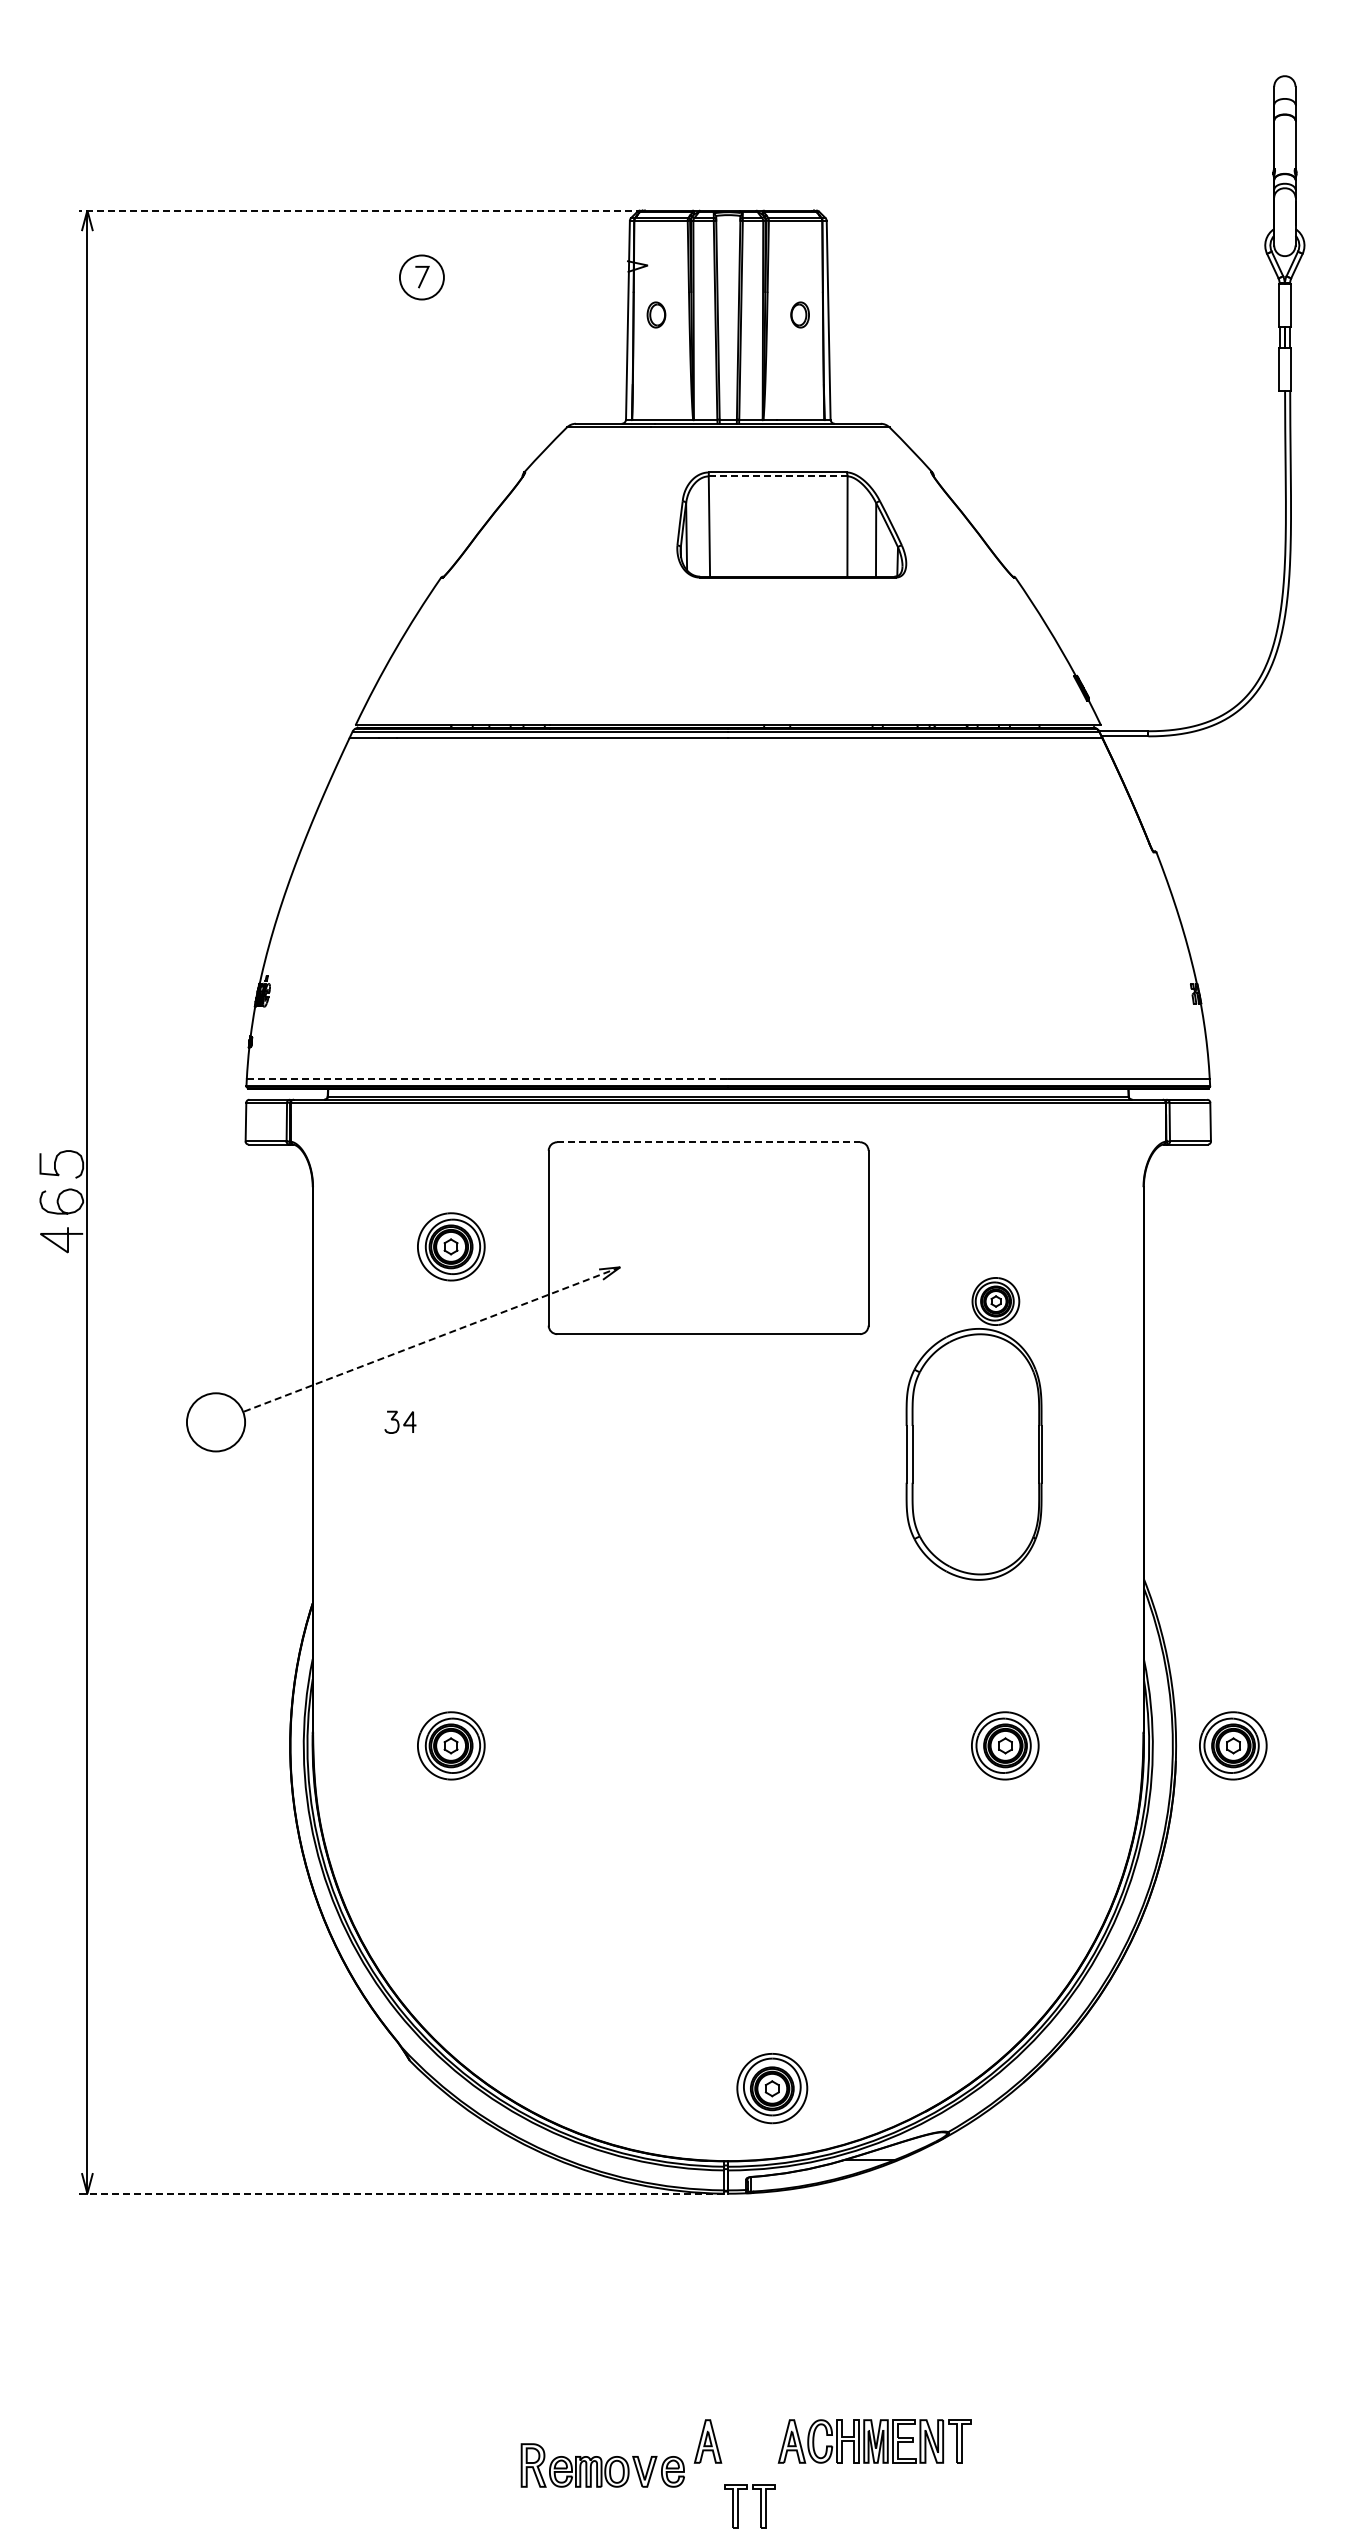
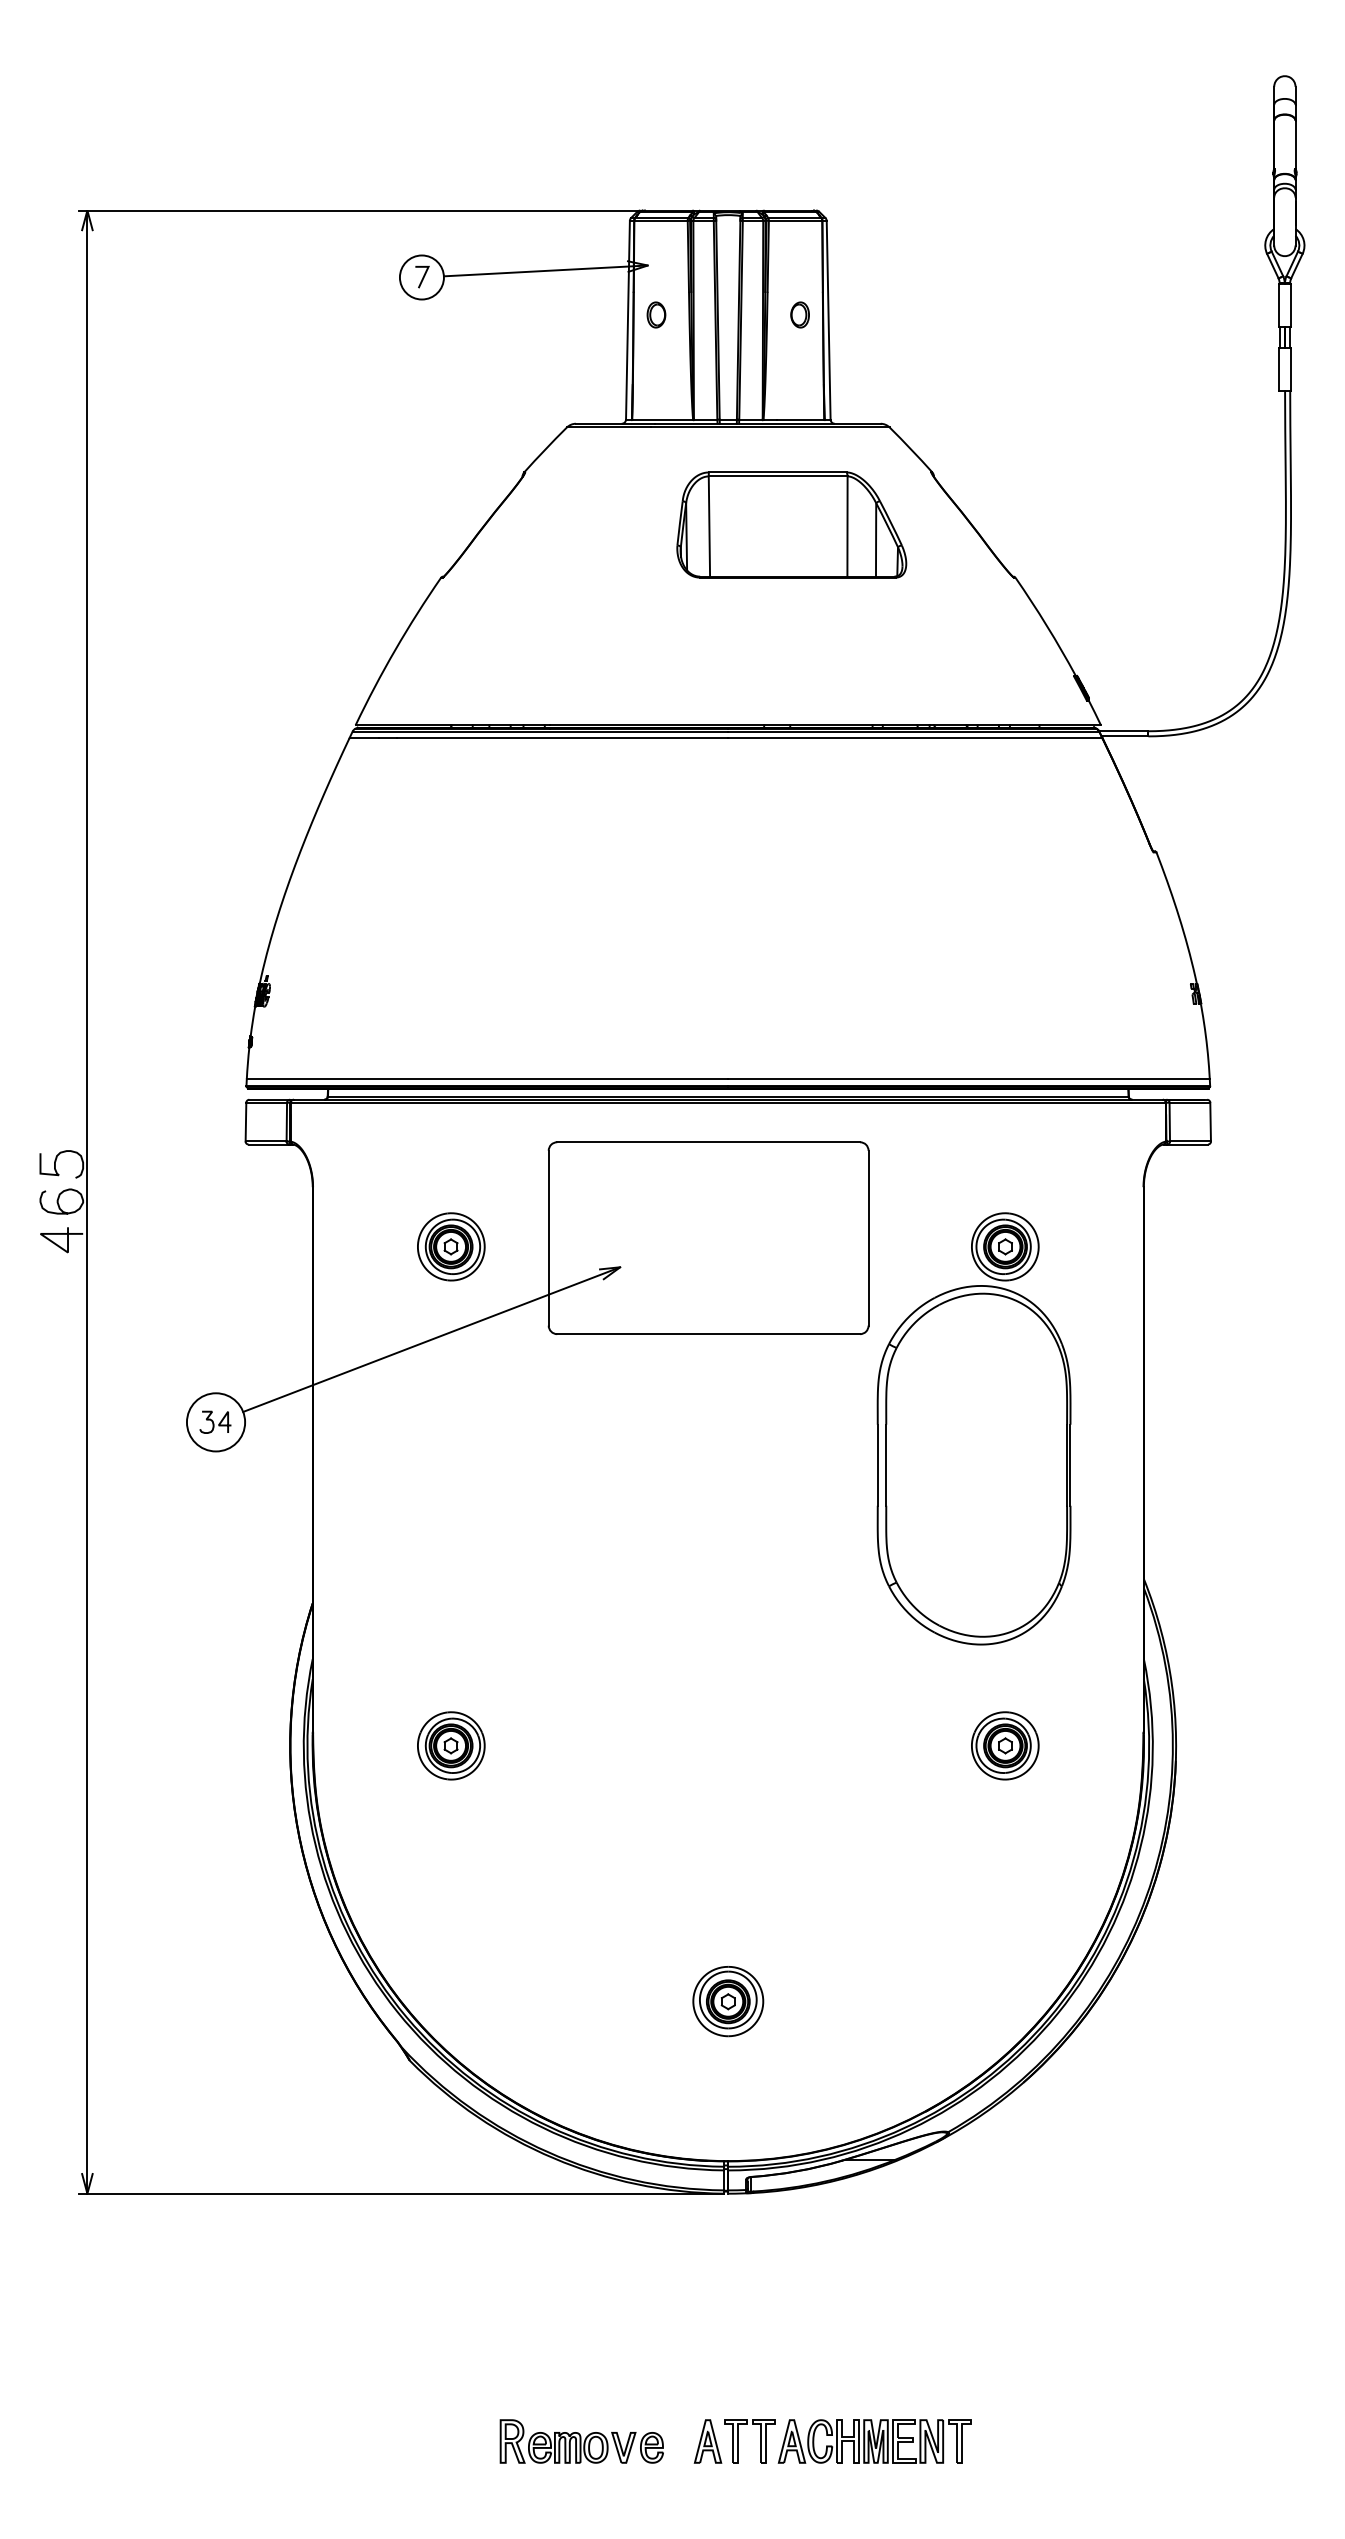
line at (360, 210): dashed -> solid
line at (545, 270): none -> present
line at (778, 476): dashed -> solid
line at (487, 1079): dashed -> solid
line at (709, 1142): dashed -> solid
line at (431, 1339): dashed -> solid
part at (400, 1421) position: (400, 1421) -> (215, 1421)
part at (973, 1428) size: 138x304 px -> 196x434 px
part at (1233, 1745): present -> none
part at (772, 2088) position: (772, 2088) -> (728, 2001)
line at (401, 2193): dashed -> solid
part at (602, 2465) position: (602, 2465) -> (581, 2441)
part at (738, 2506) position: (738, 2506) -> (738, 2441)
